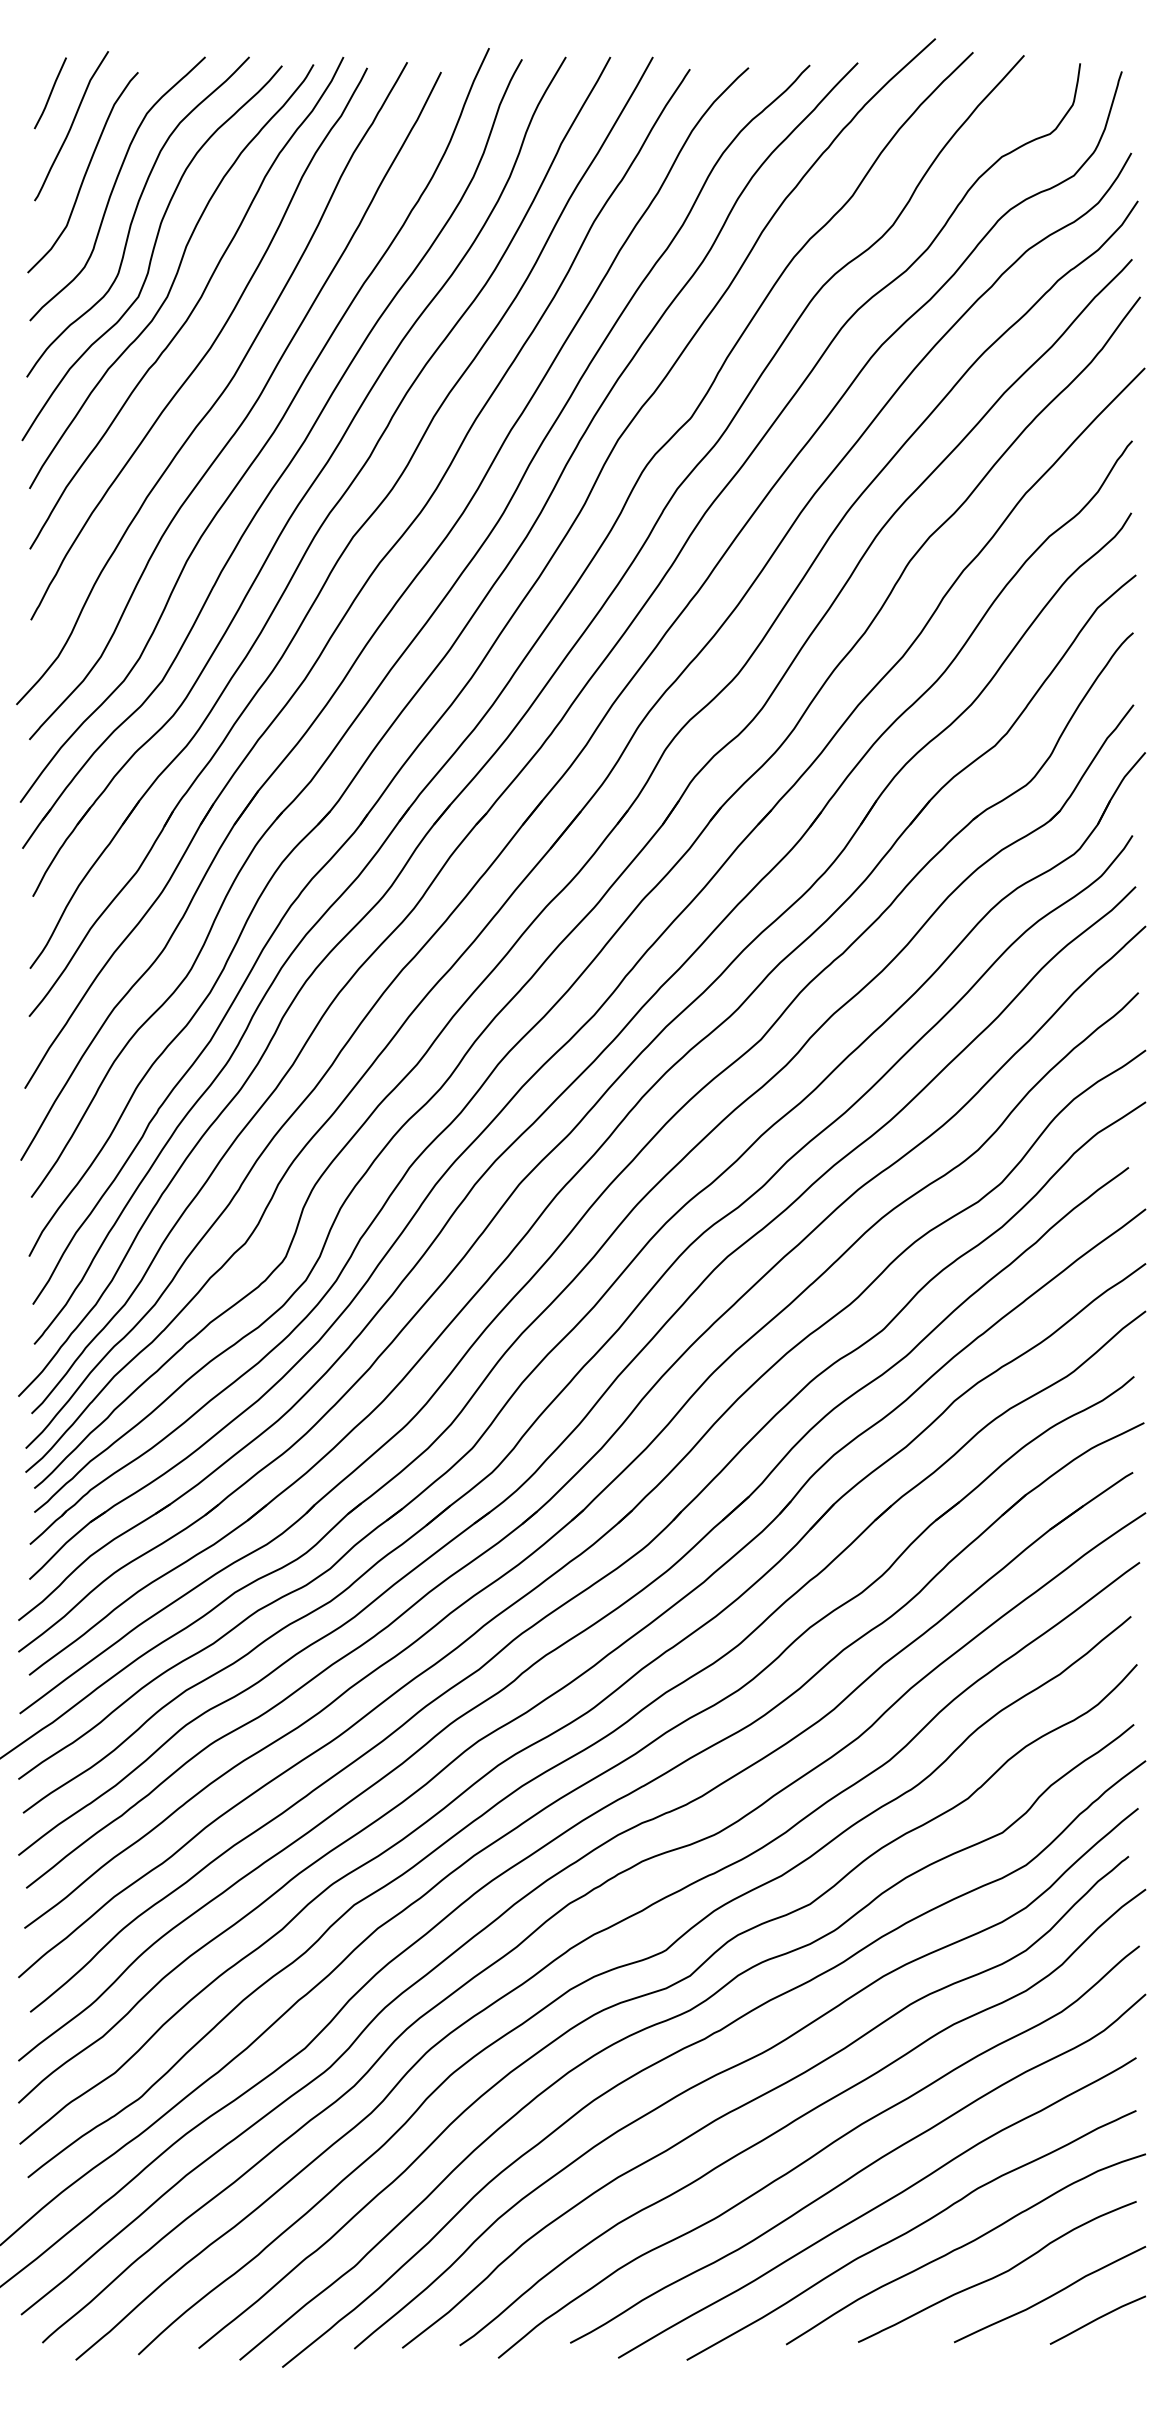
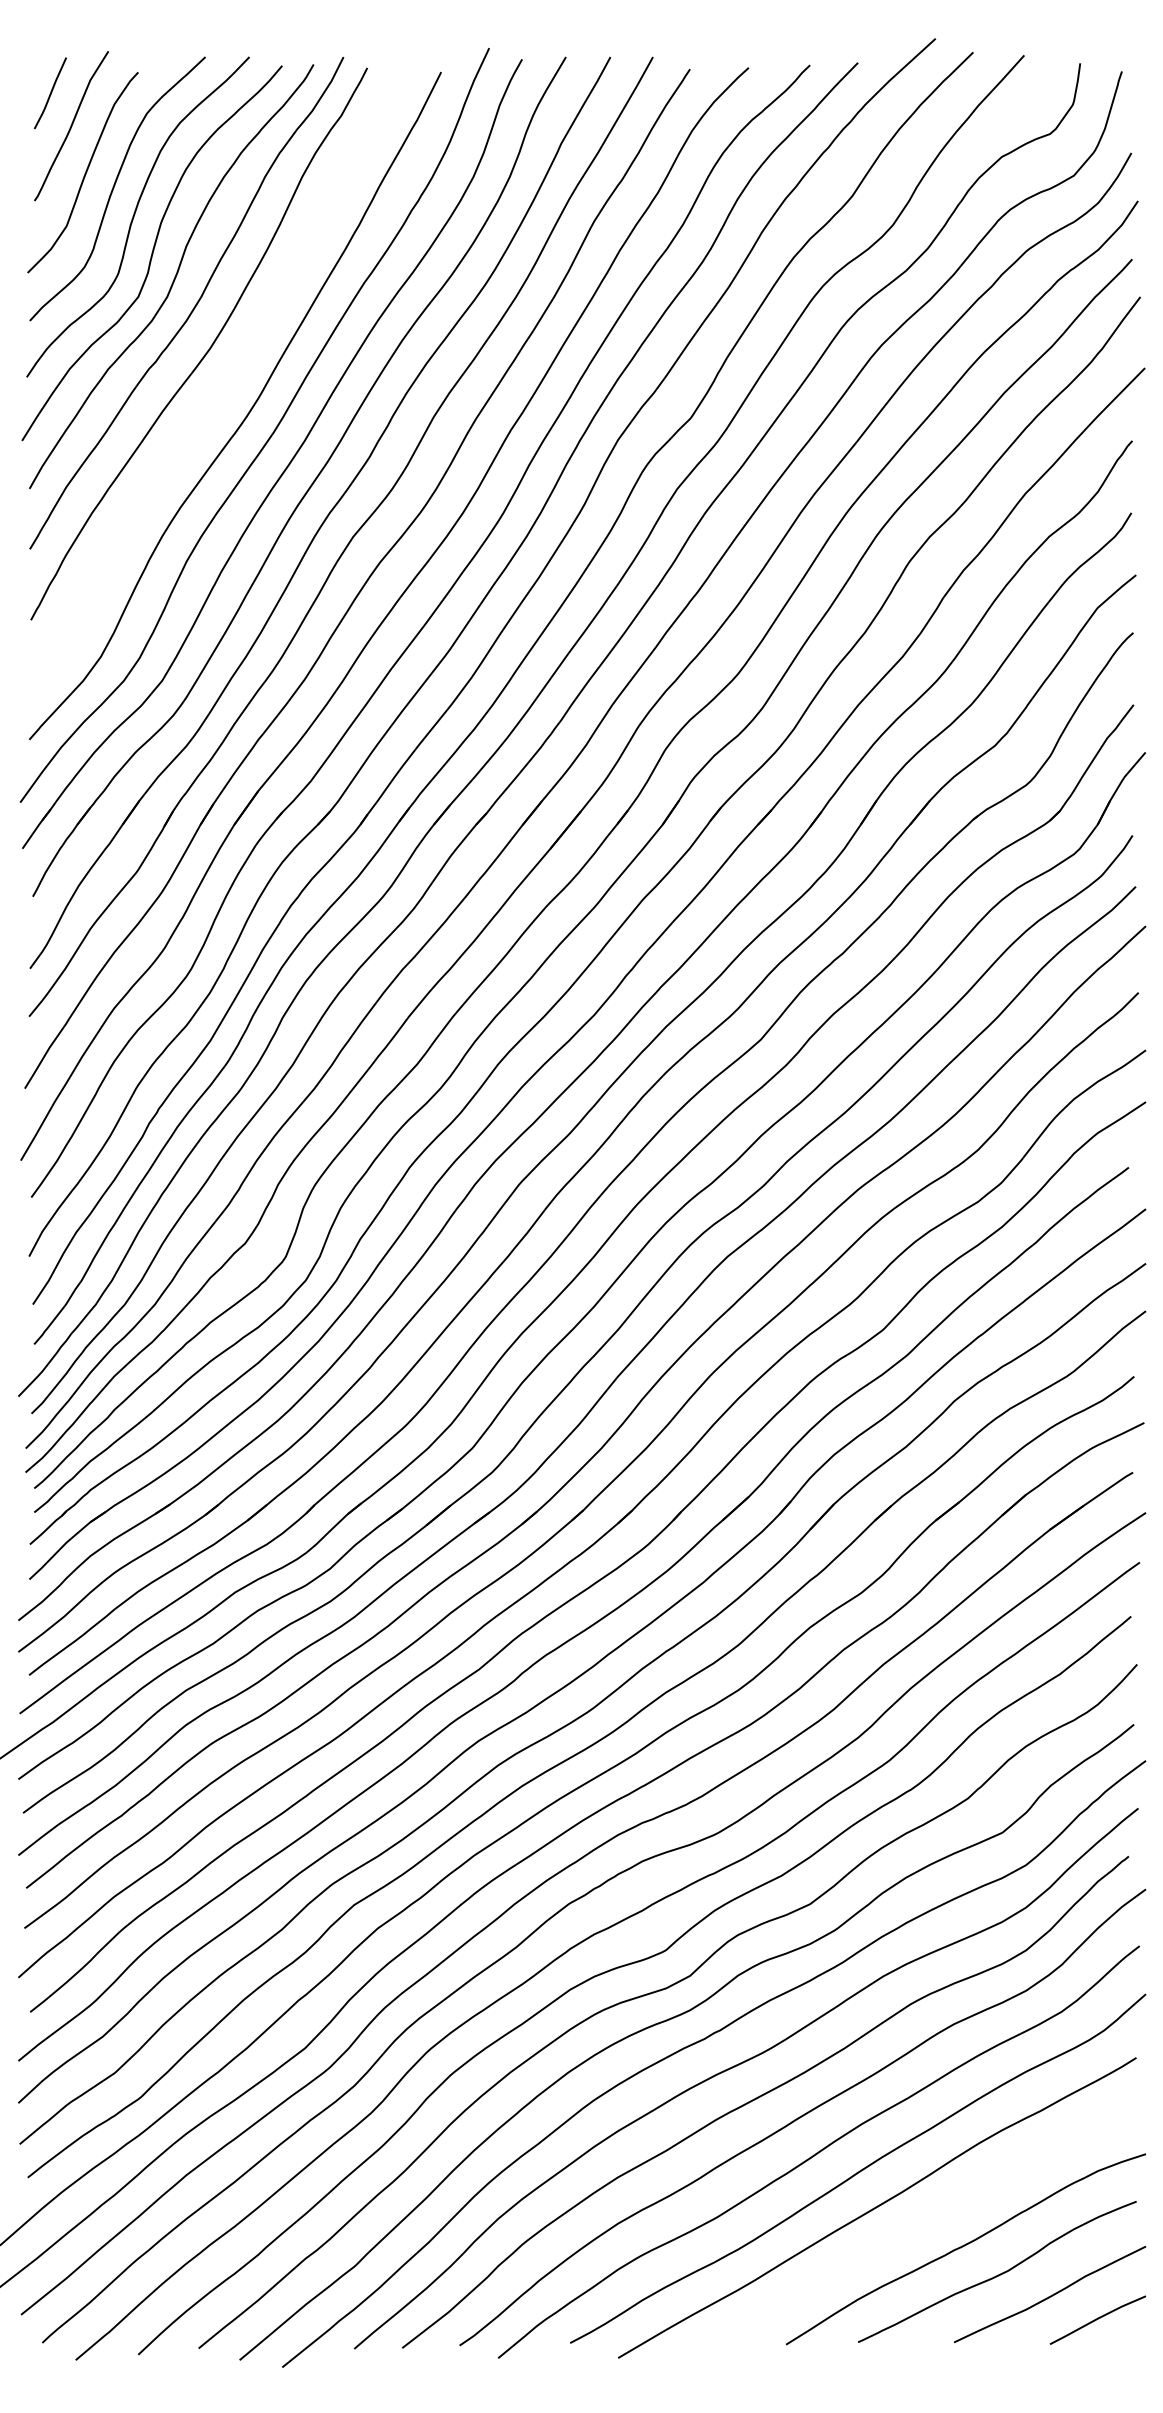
curve at (223, 389): present -> none
curve at (909, 2232): present -> none
